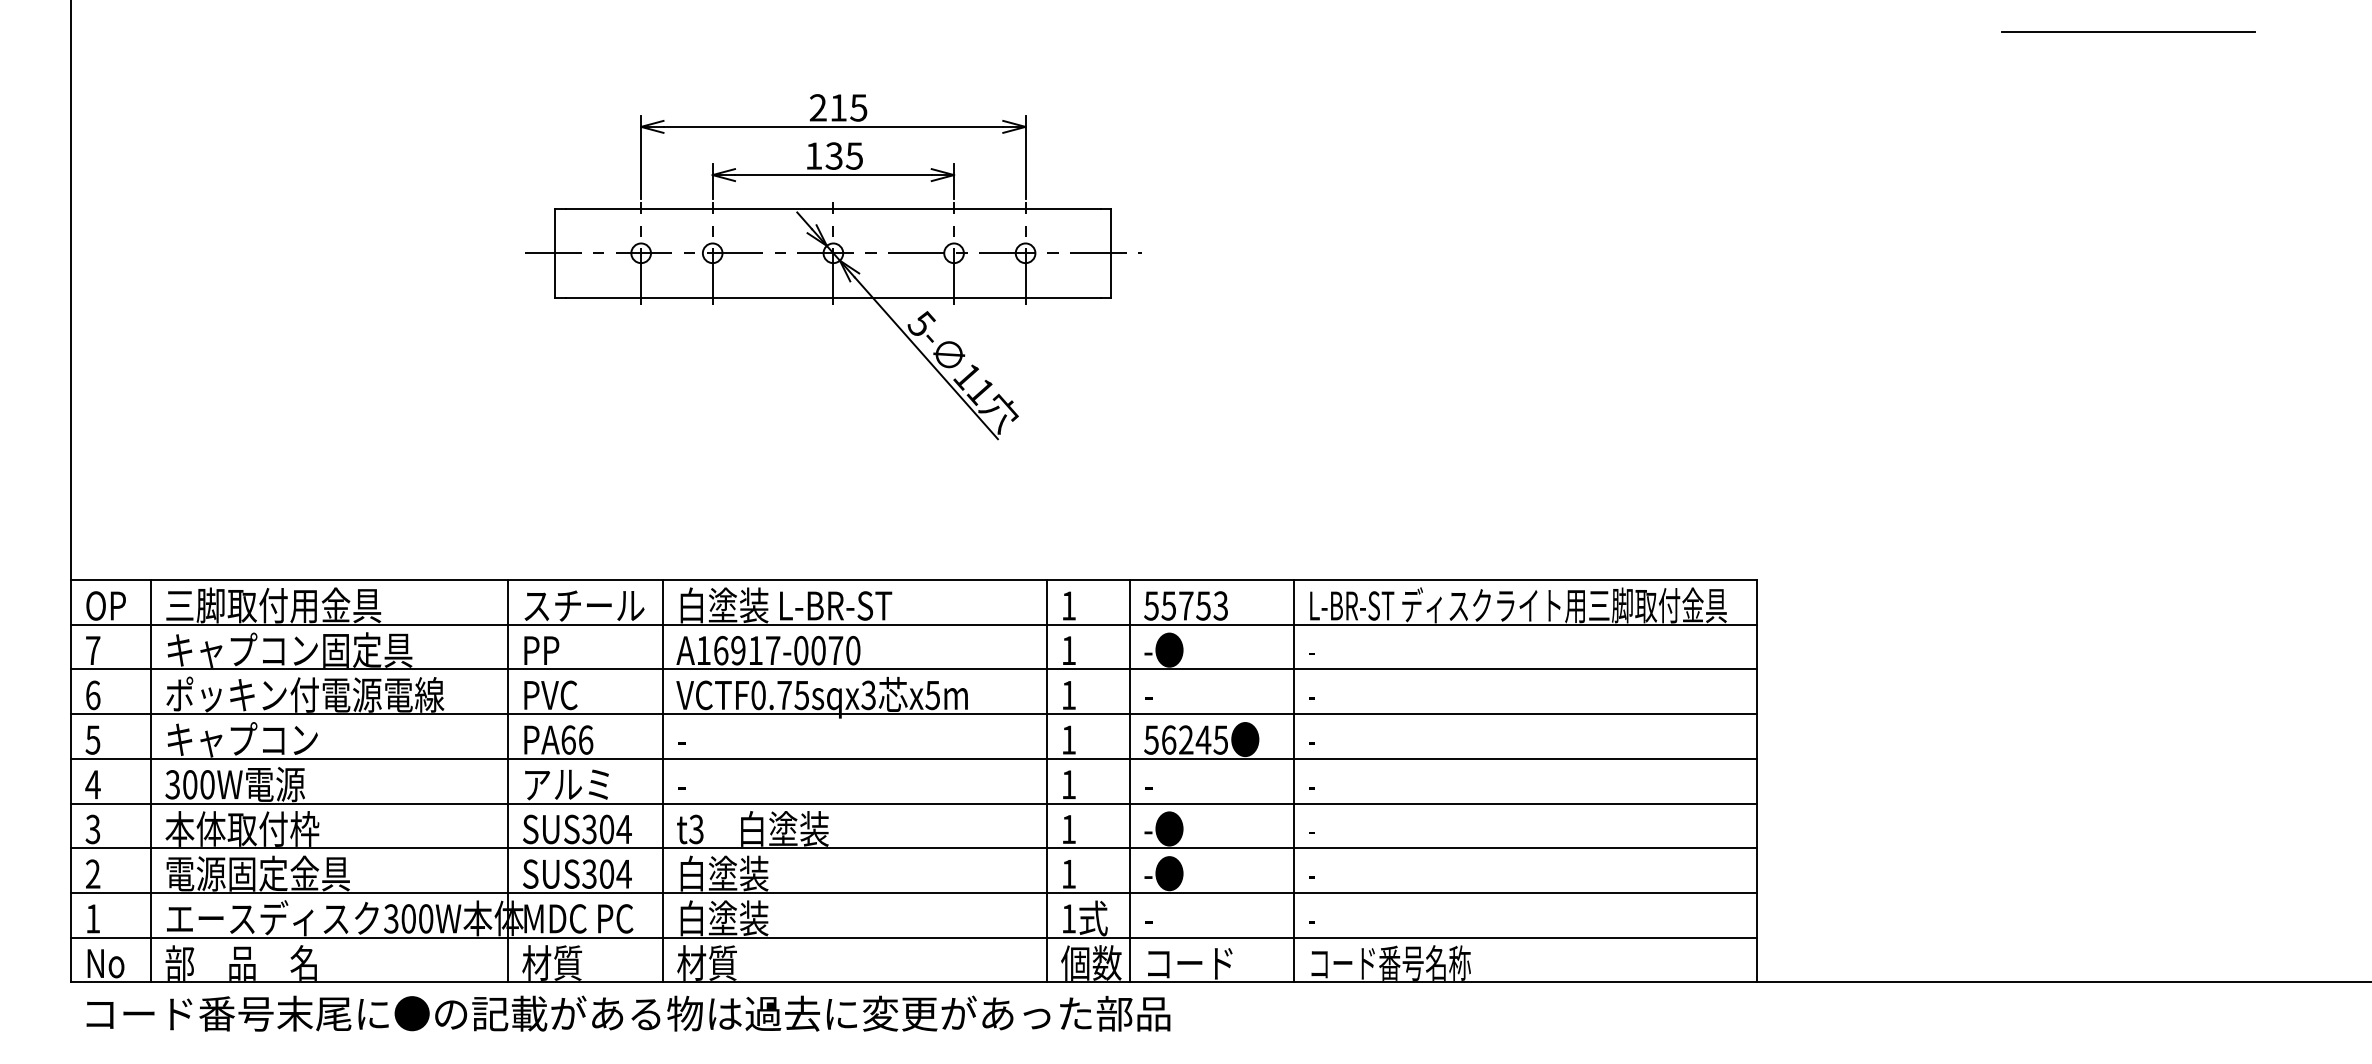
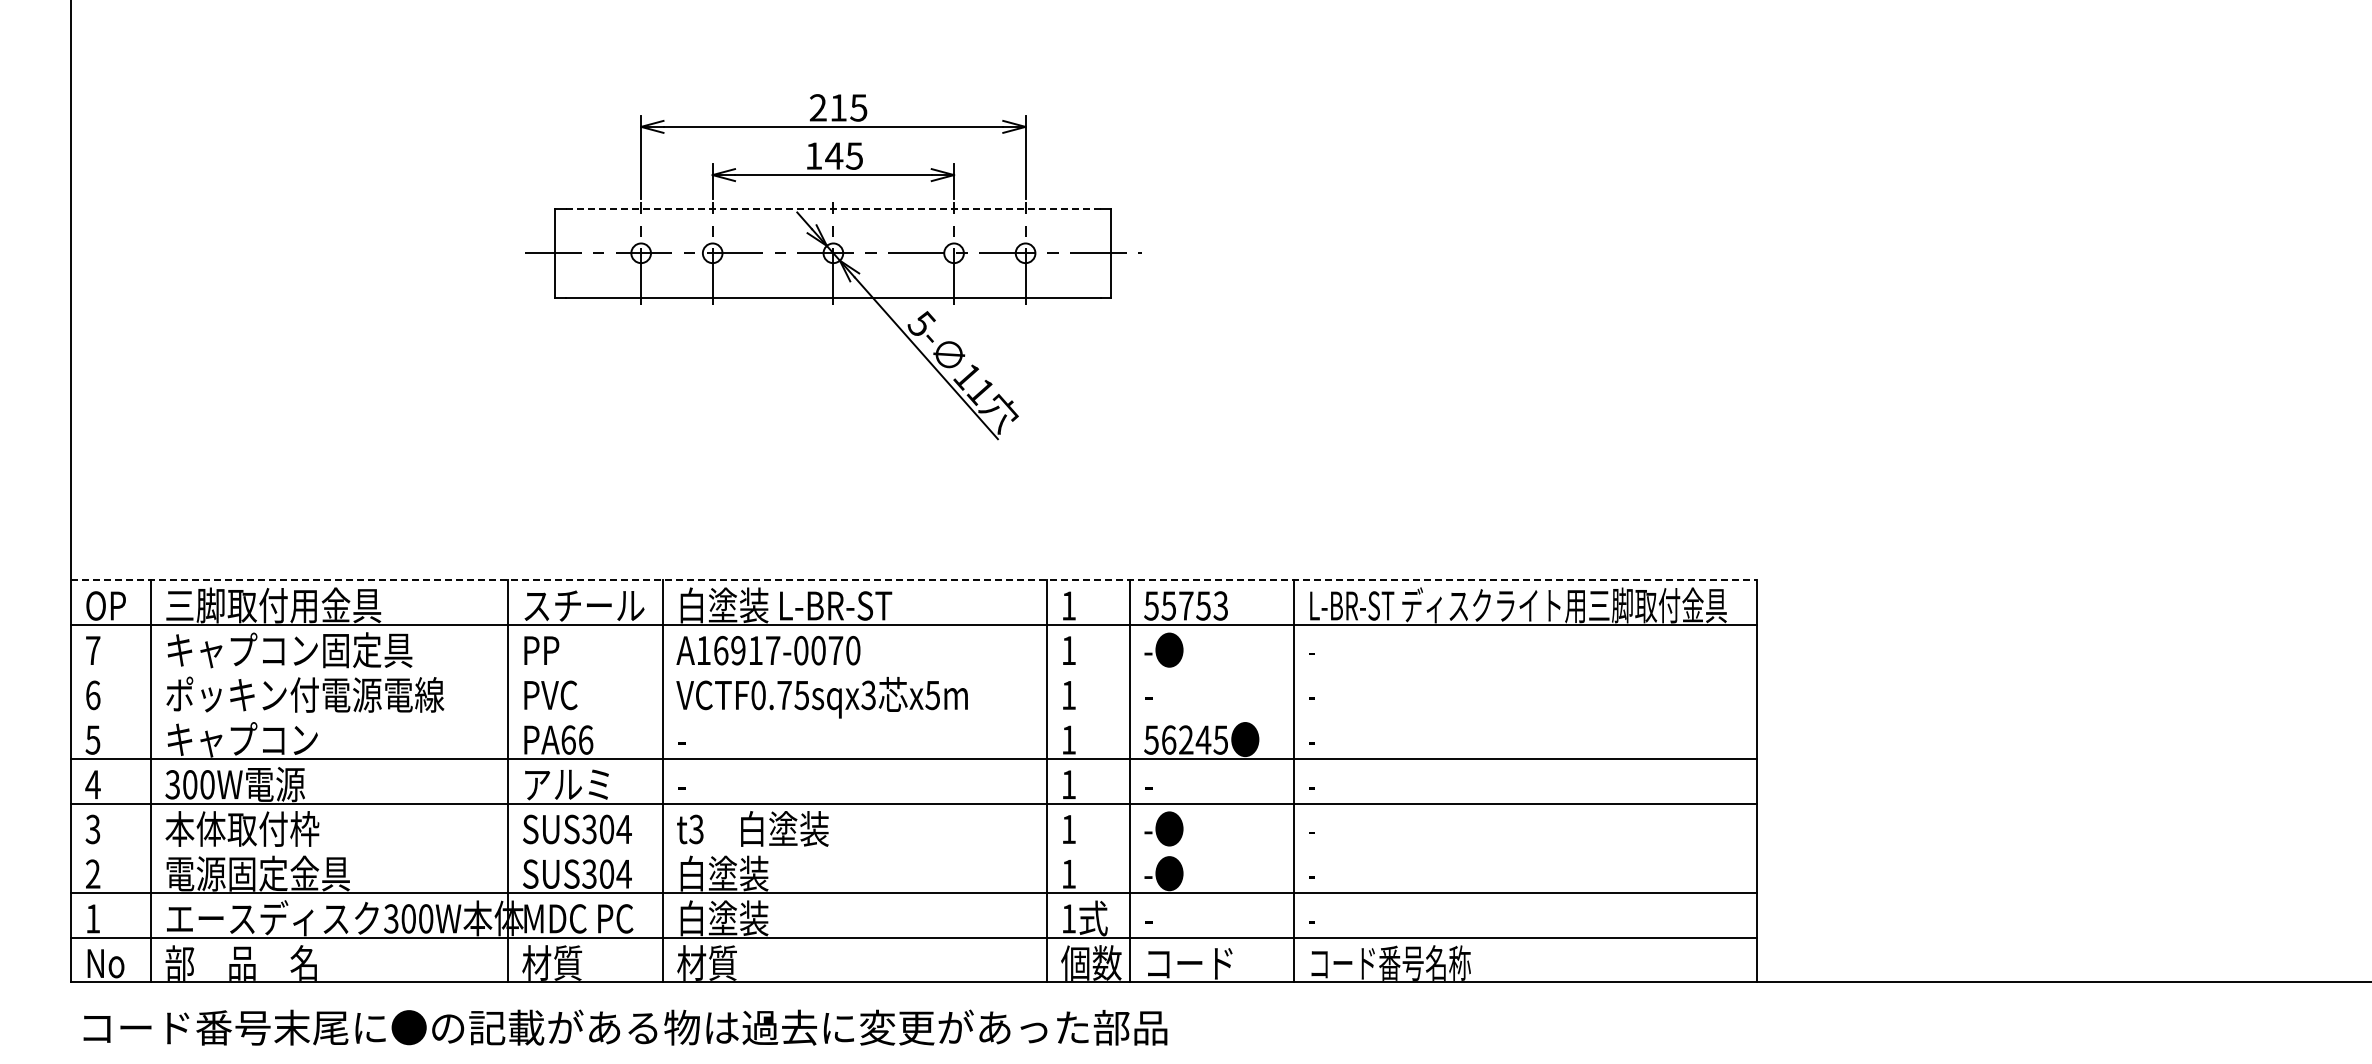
line at (2128, 31): present -> none
text at (834, 155): 135 -> 145
line at (832, 208): solid -> dashed
line at (914, 580): solid -> dashed
line at (914, 669): present -> none
line at (914, 714): present -> none
line at (914, 848): present -> none
text at (628, 1013) position: (628, 1013) -> (625, 1027)
